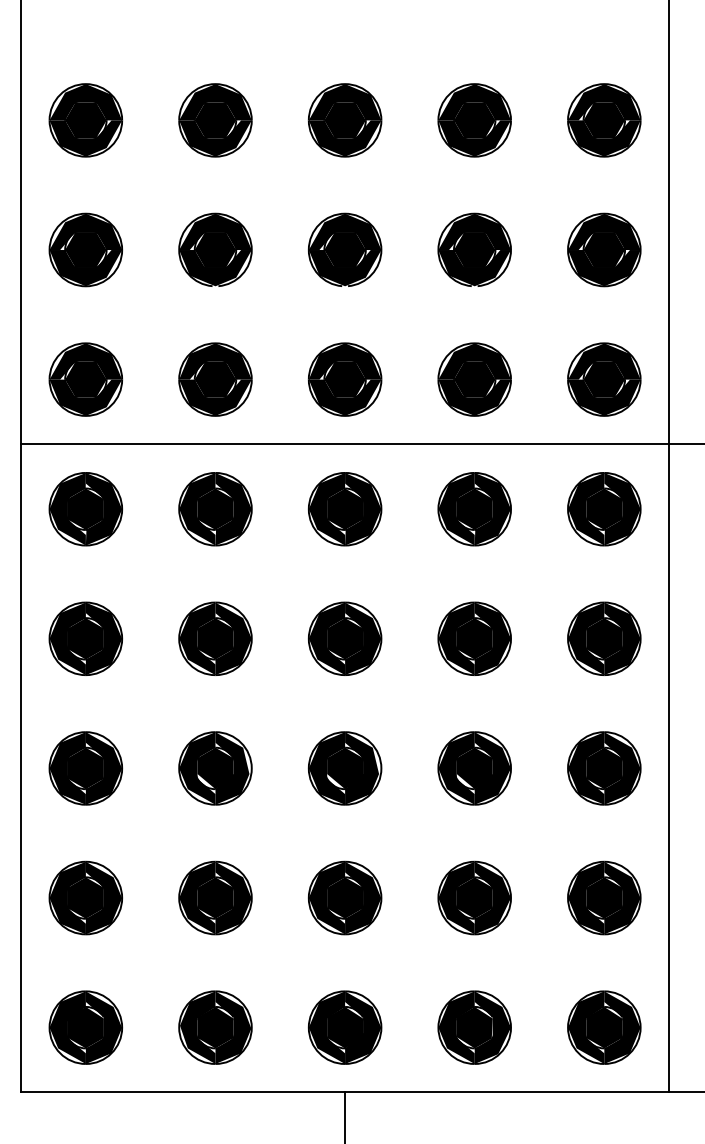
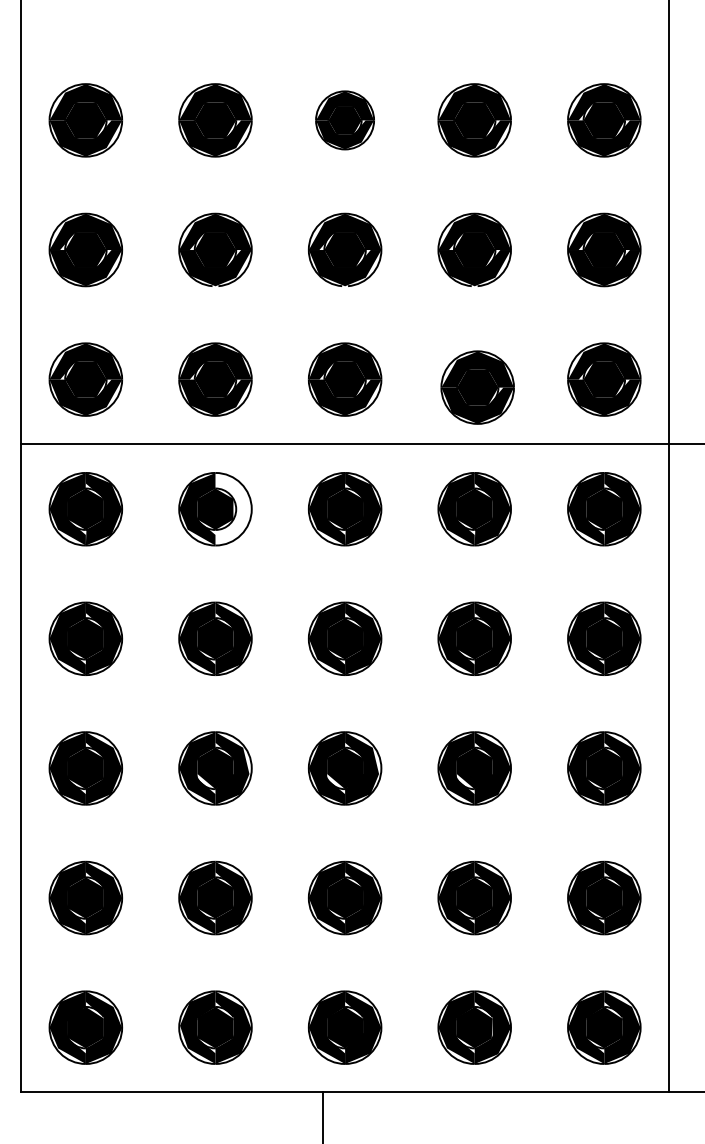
part at (344, 120) size: 76x75 px -> 60x61 px
part at (474, 379) position: (474, 379) -> (477, 387)
fill at (233, 508): present -> none
line at (345, 1116) position: (345, 1116) -> (323, 1116)
